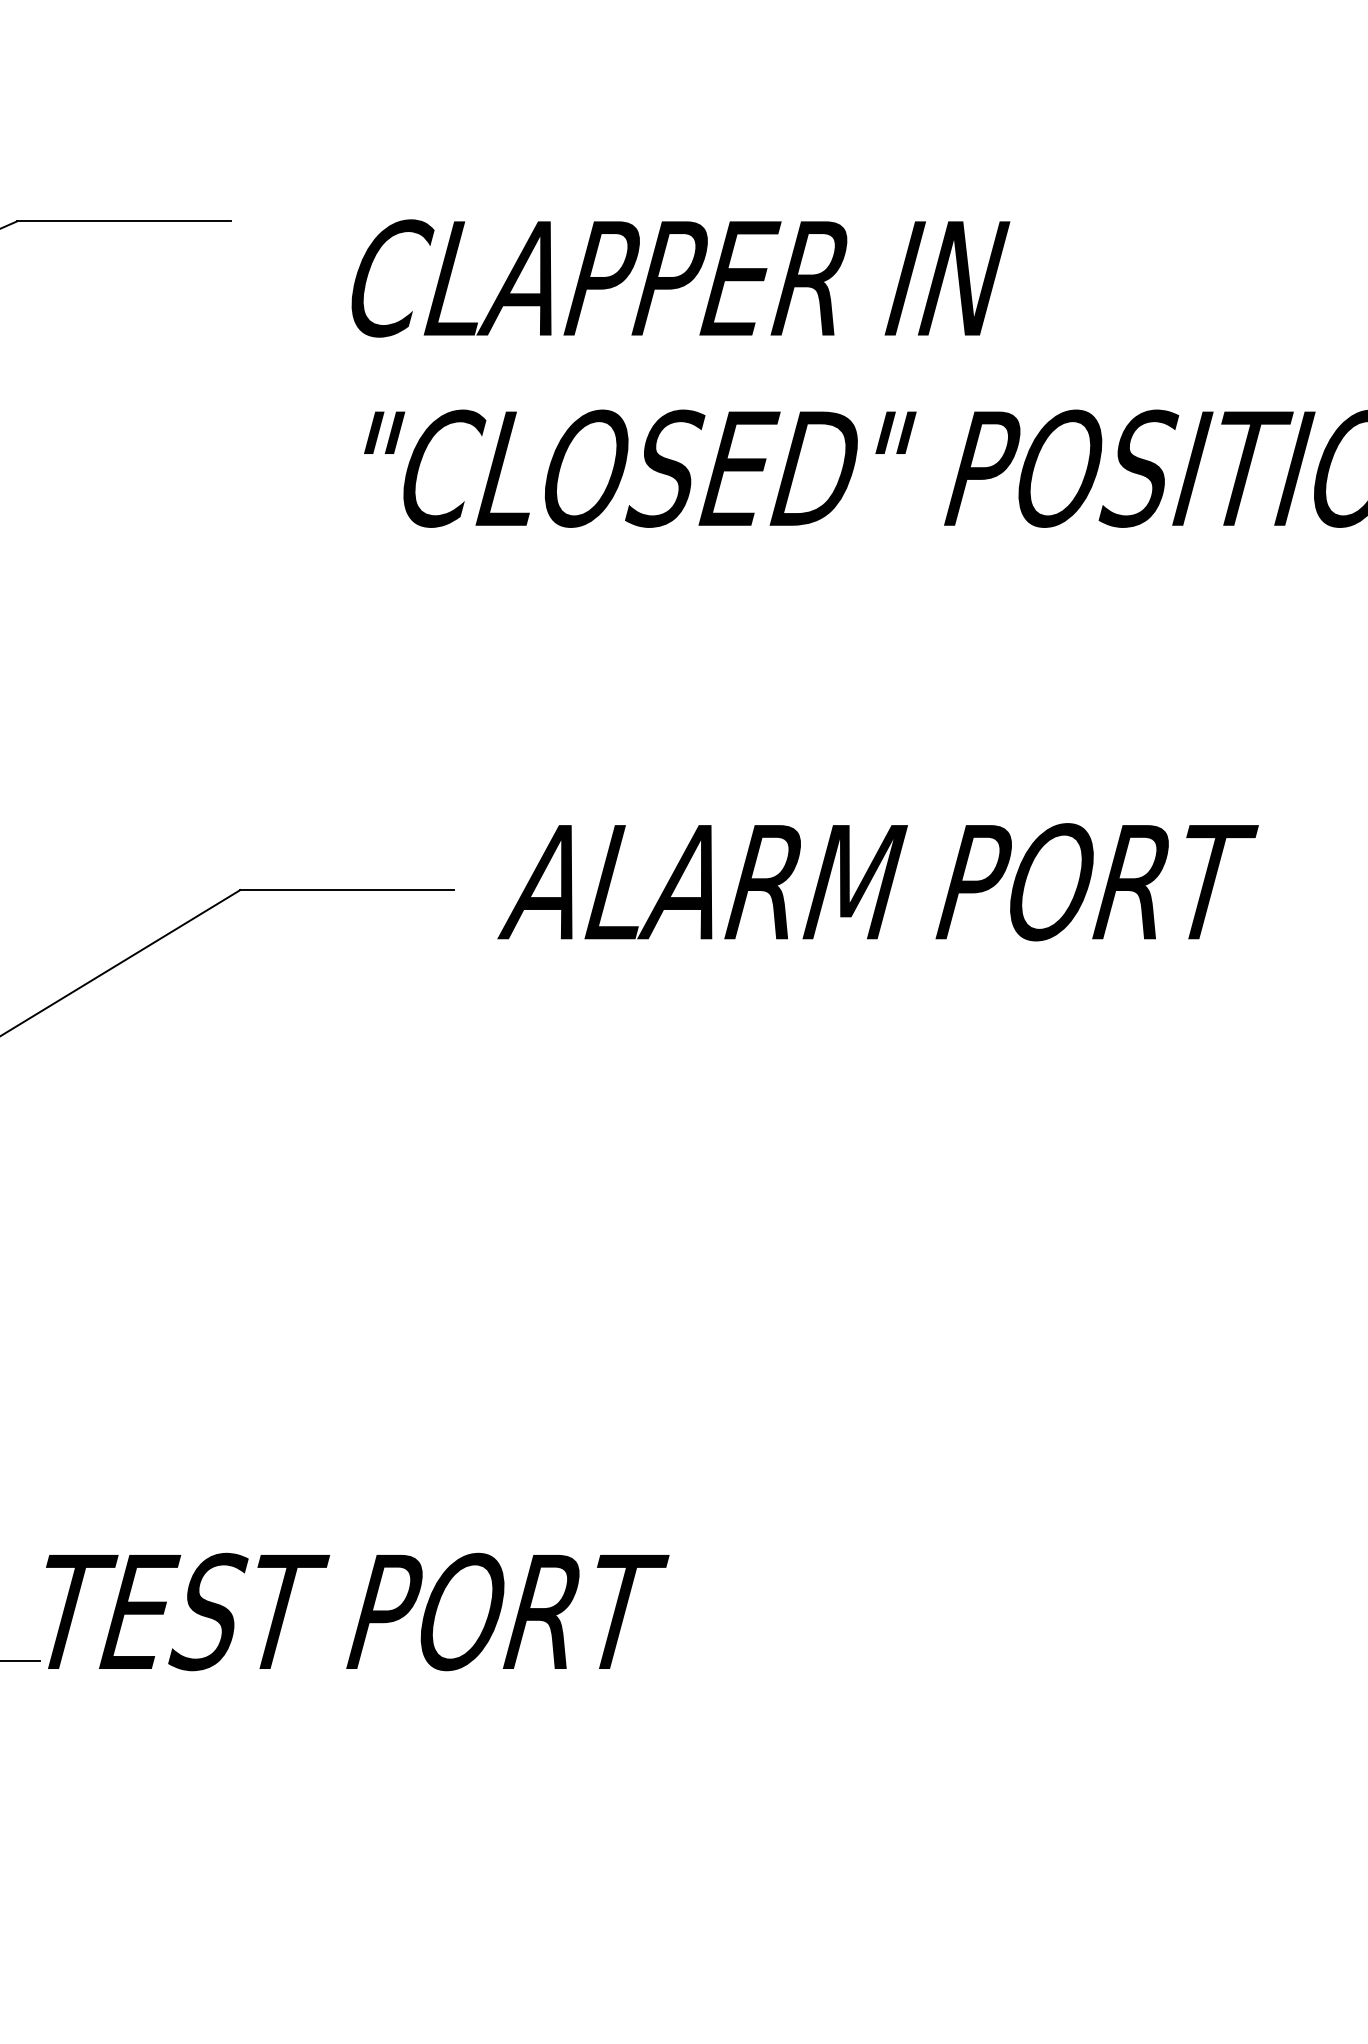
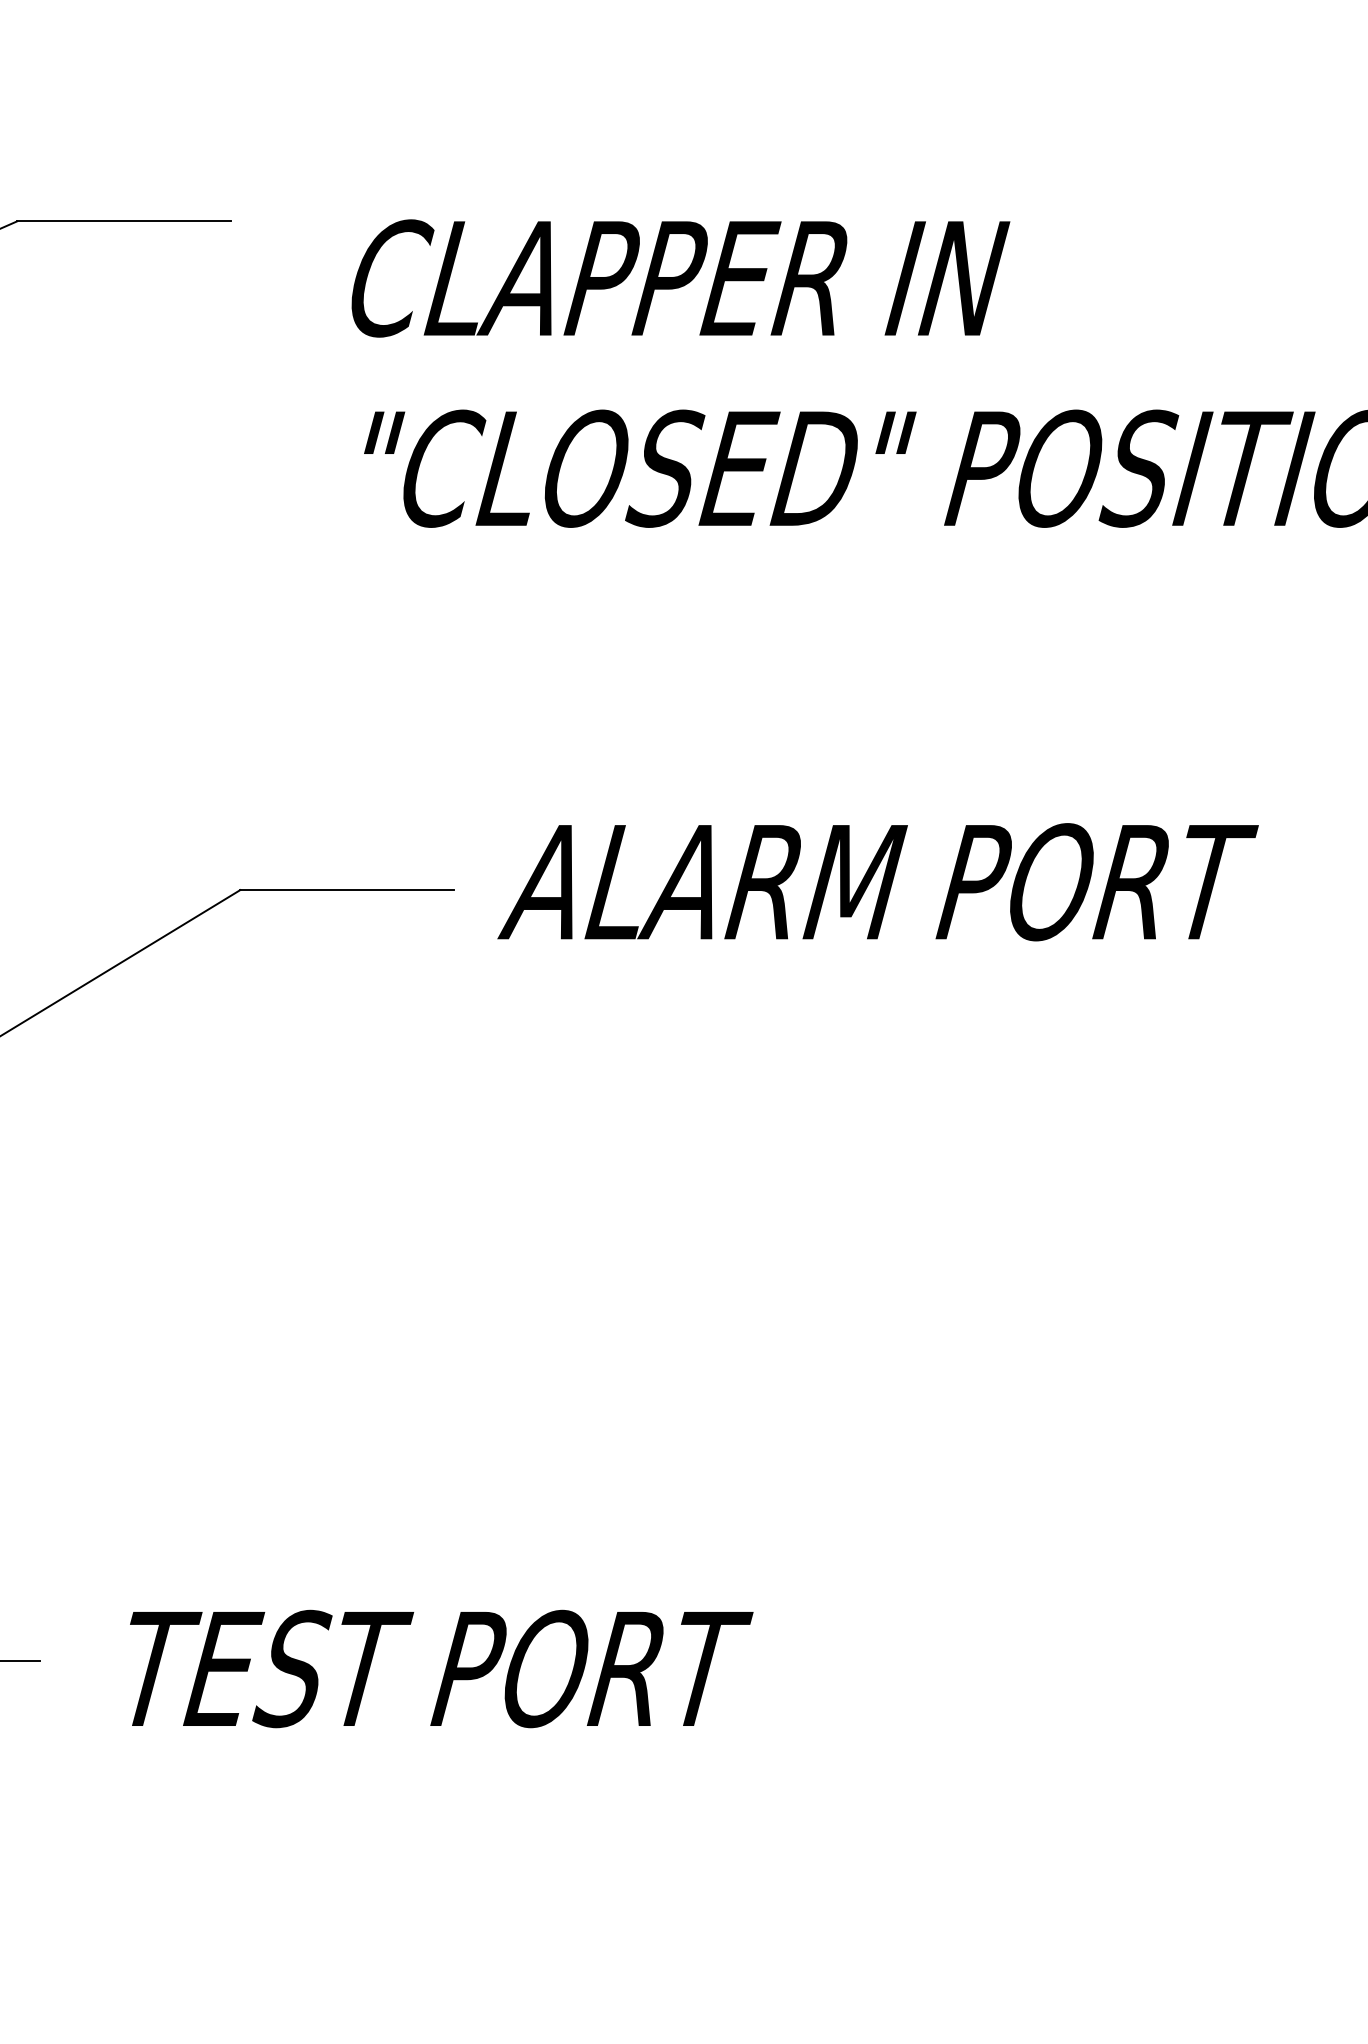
text at (357, 1611) position: (357, 1611) -> (441, 1668)
